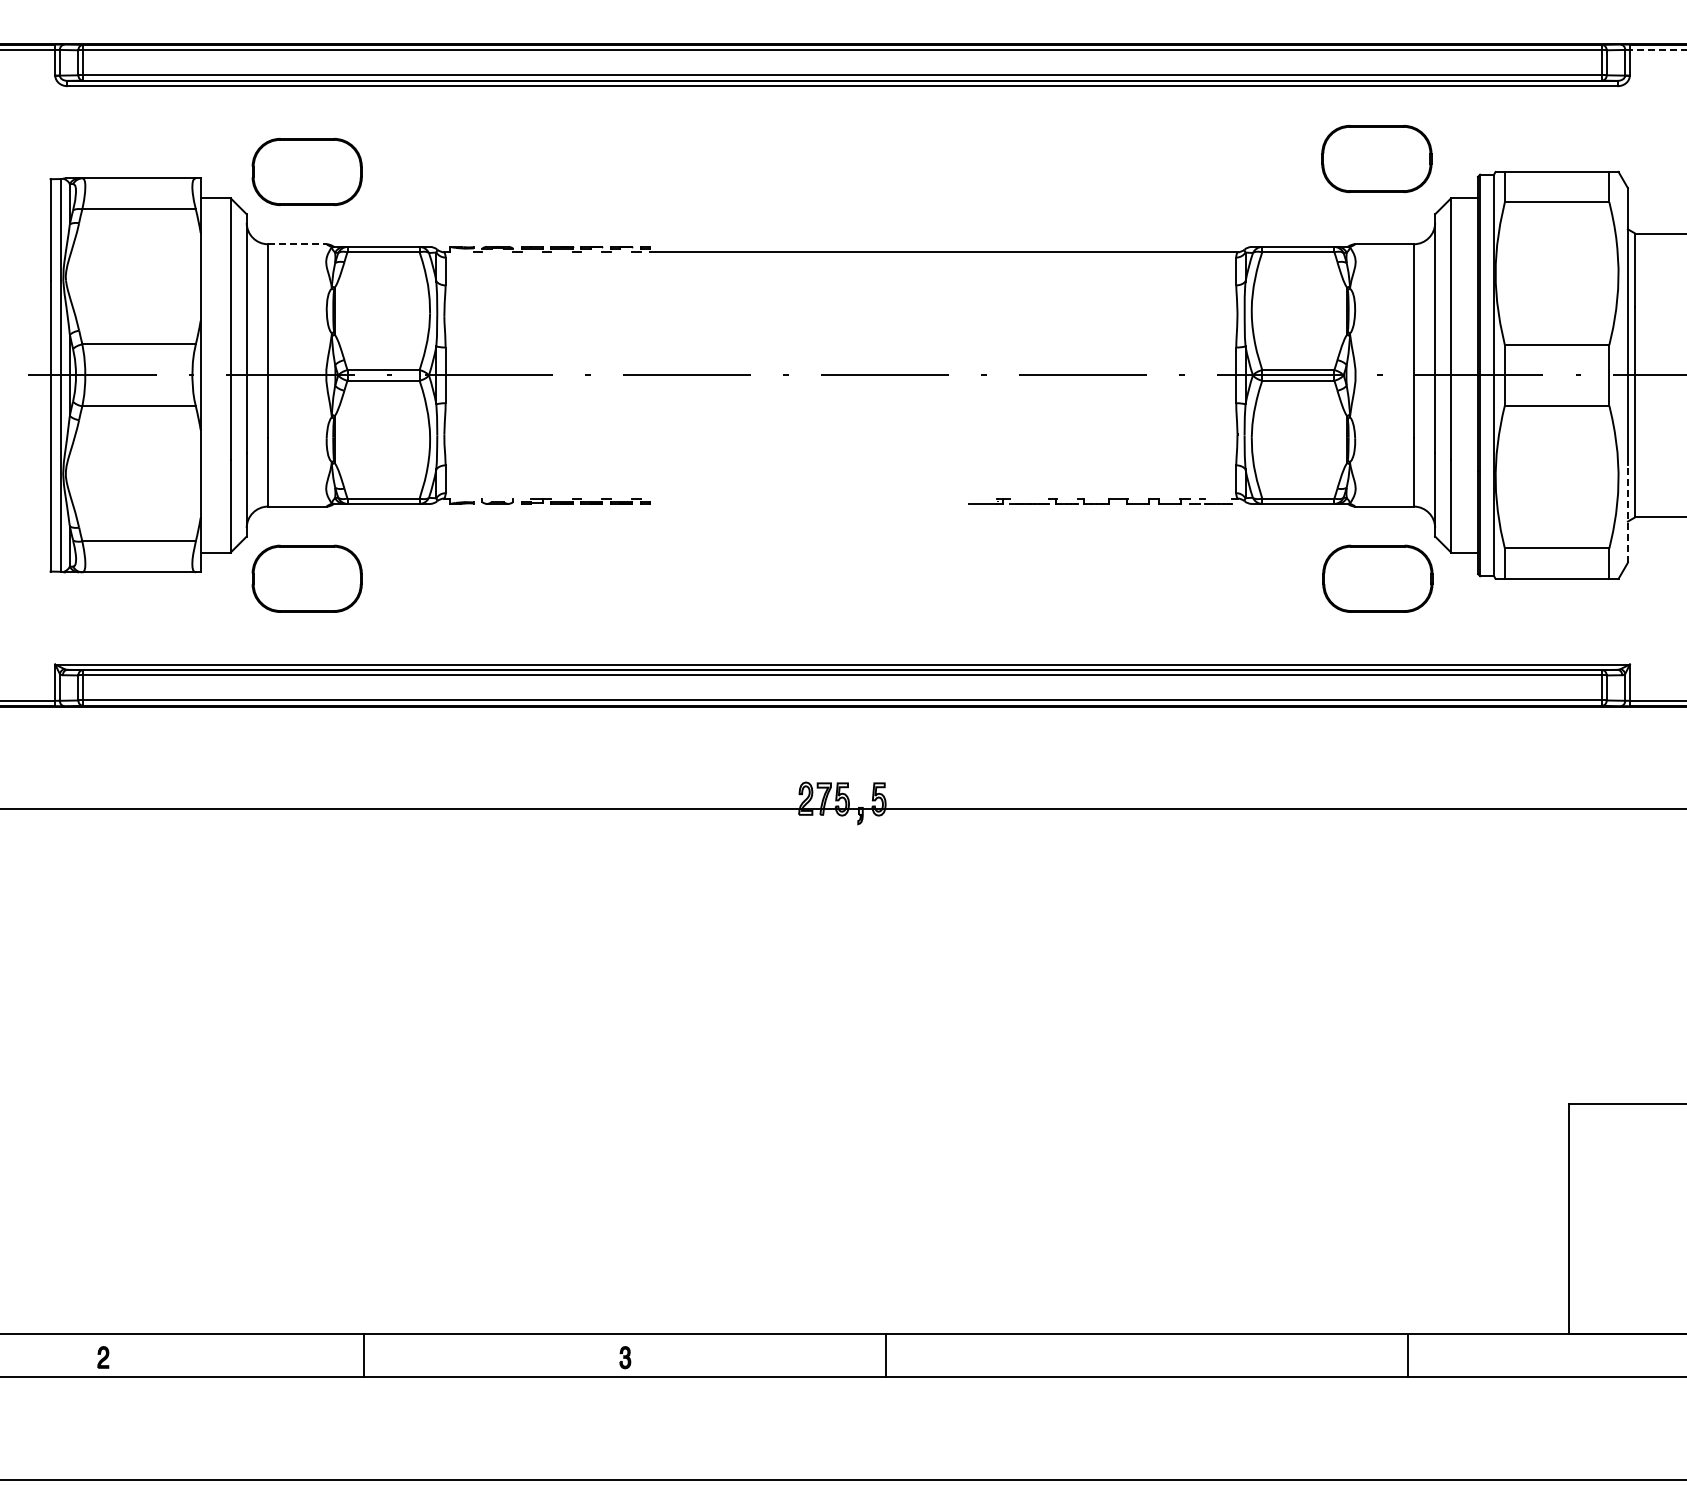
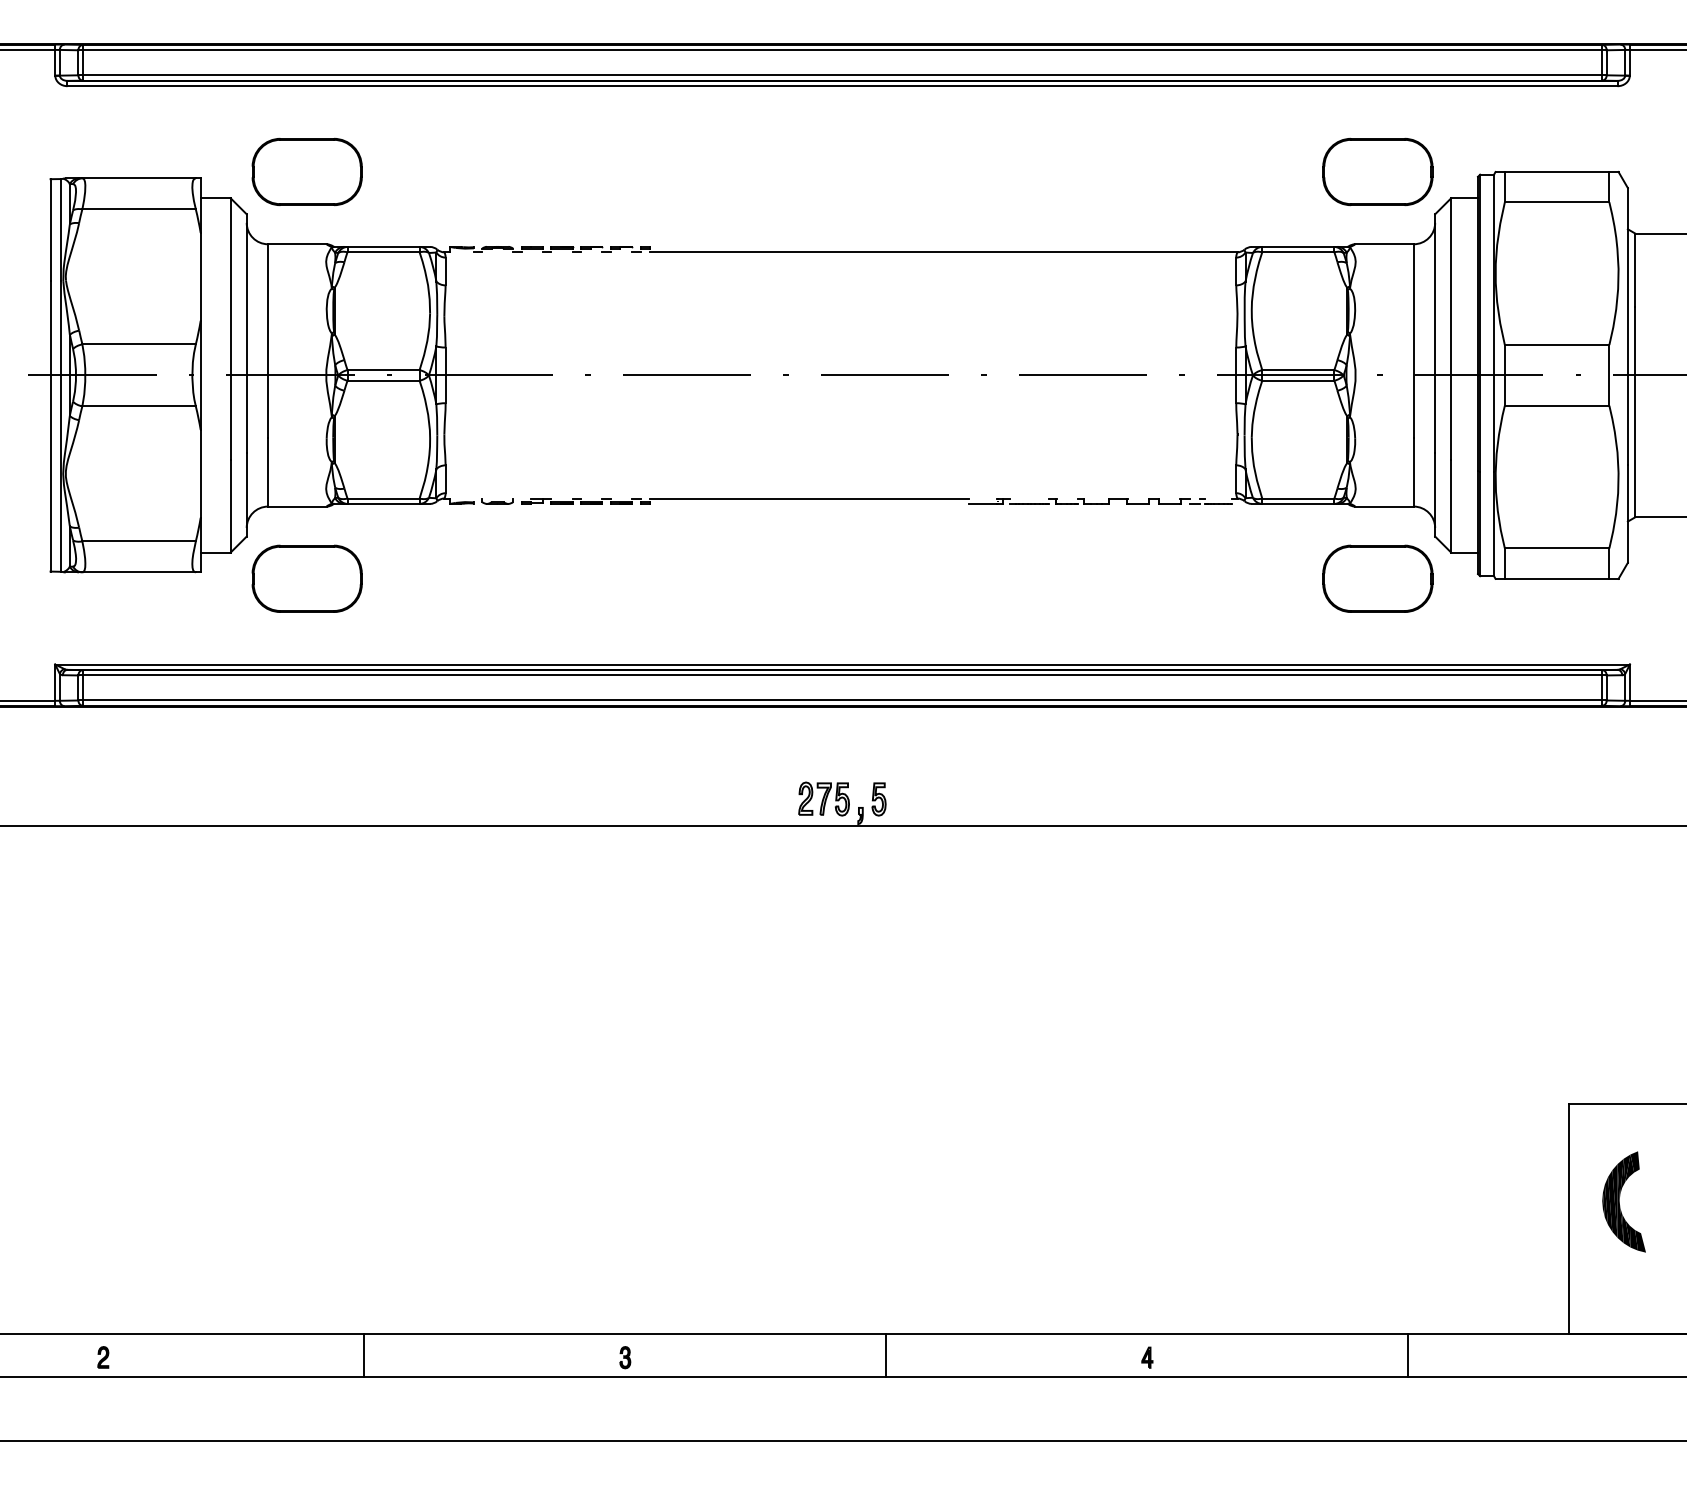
line at (1657, 49): dashed -> solid
part at (1376, 158) position: (1376, 158) -> (1377, 171)
line at (297, 244): dashed -> solid
line at (809, 498): none -> present
line at (1627, 514): dashed -> solid
line at (842, 808) position: (842, 808) -> (842, 825)
part at (1623, 1201): none -> present
part at (1147, 1357): none -> present
line at (842, 1480) position: (842, 1480) -> (842, 1441)
